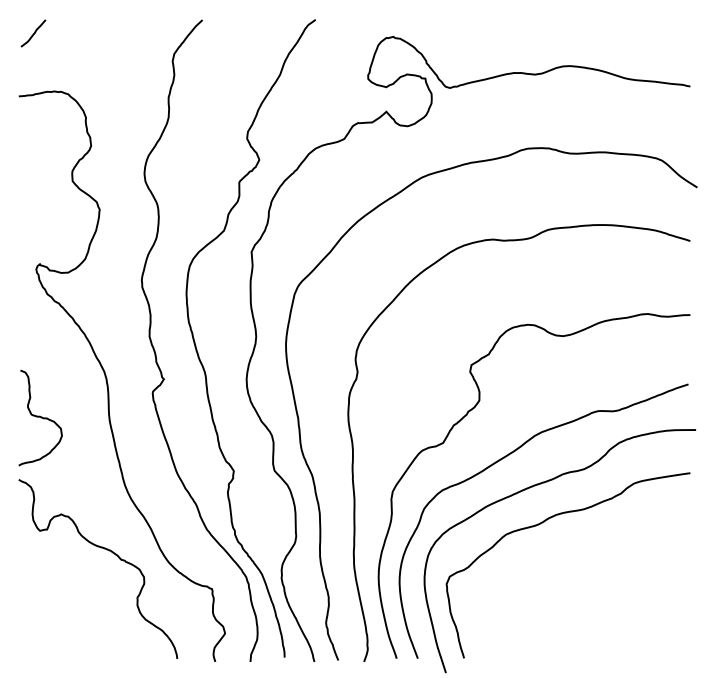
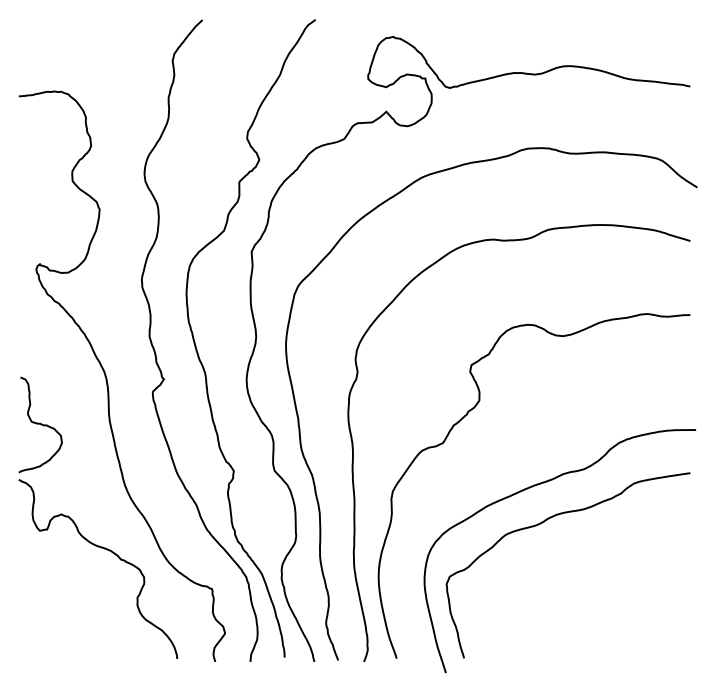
curve at (33, 33): present -> none
curve at (40, 417) position: (40, 417) -> (40, 424)
curve at (506, 457): present -> none
